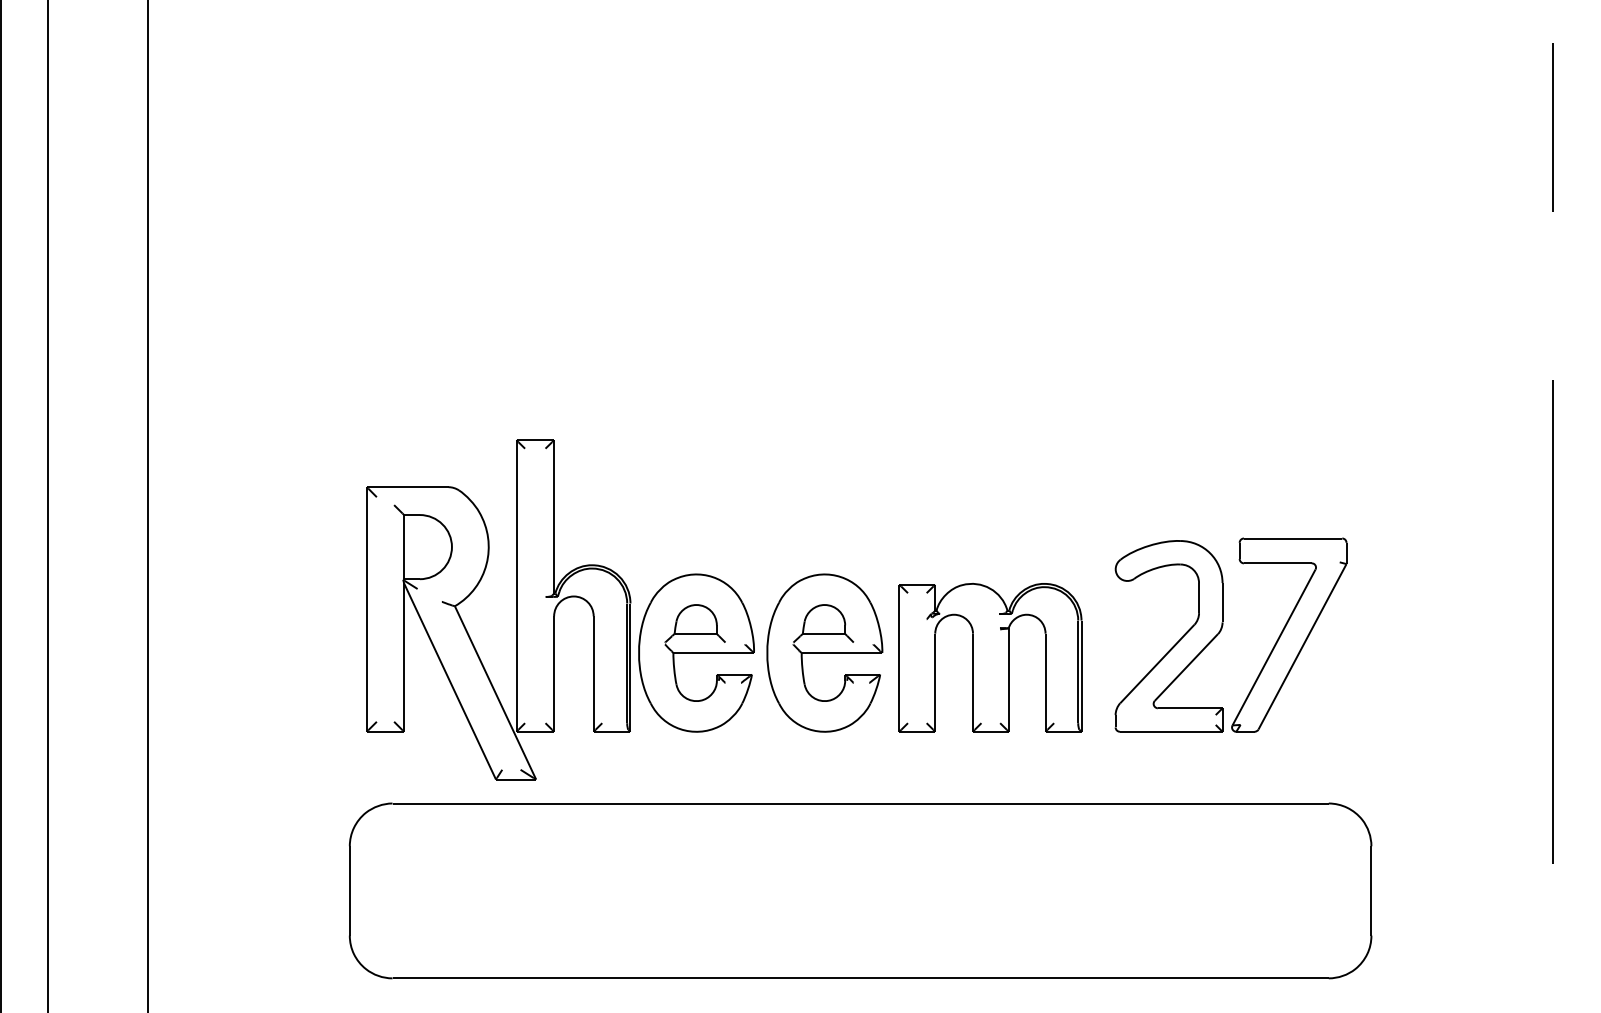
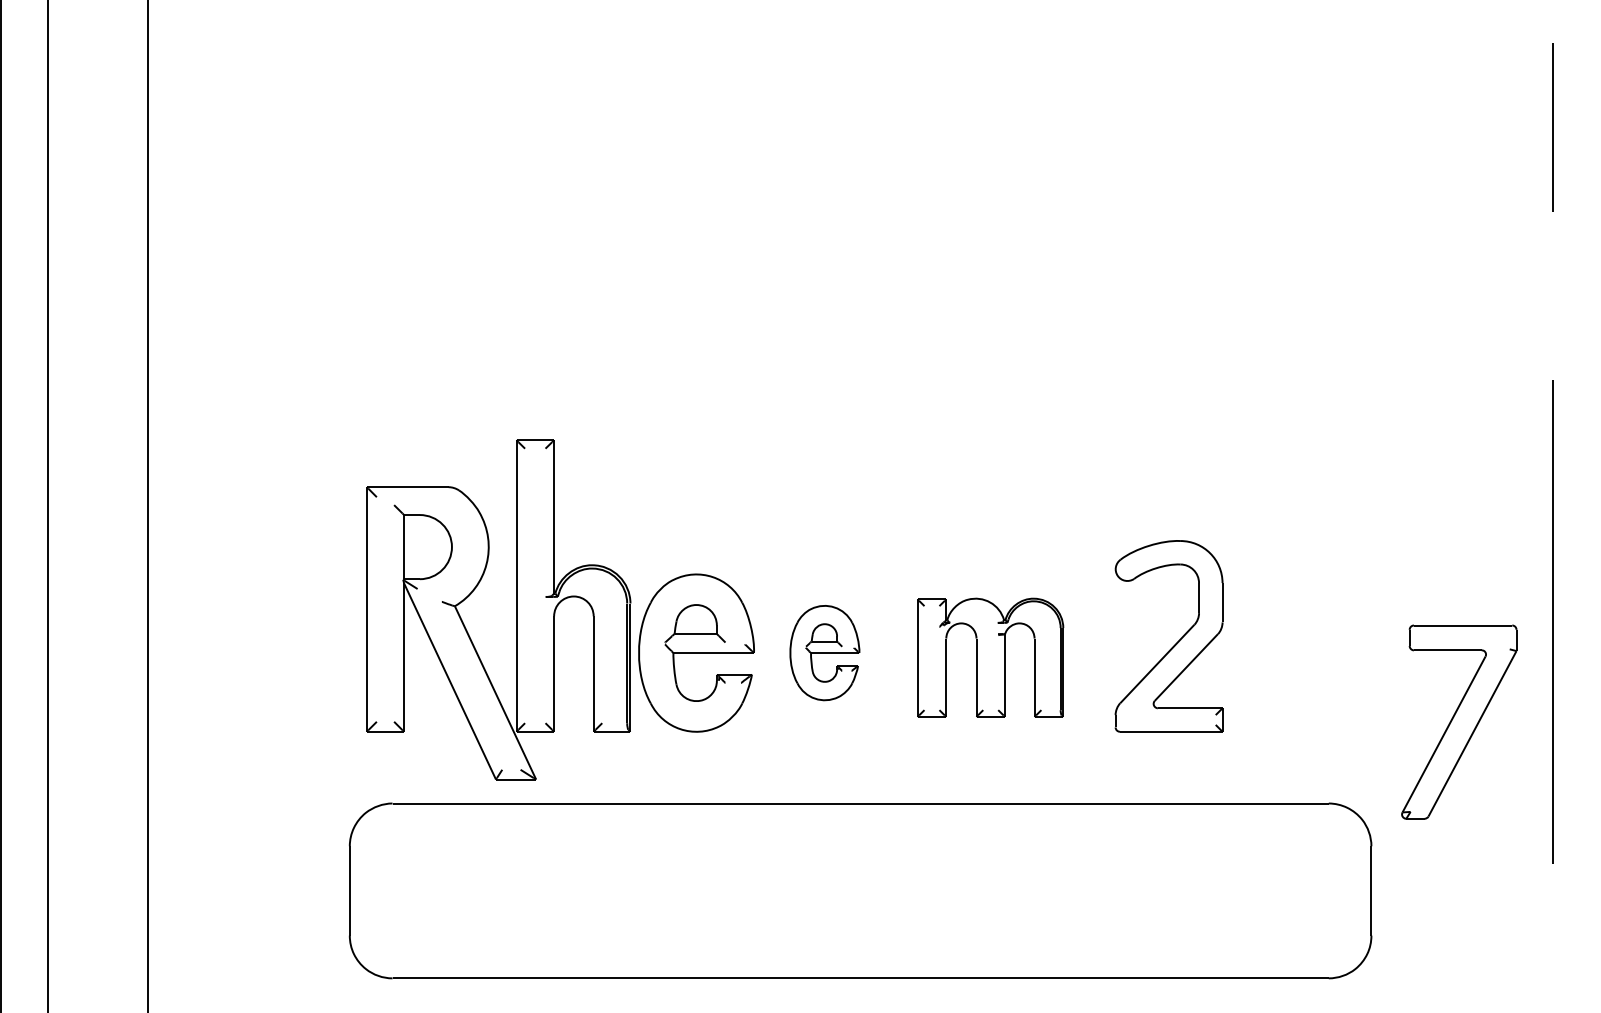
part at (1289, 634) position: (1289, 634) -> (1459, 721)
part at (824, 652) size: 118x160 px -> 72x97 px
part at (990, 657) size: 185x150 px -> 148x121 px
